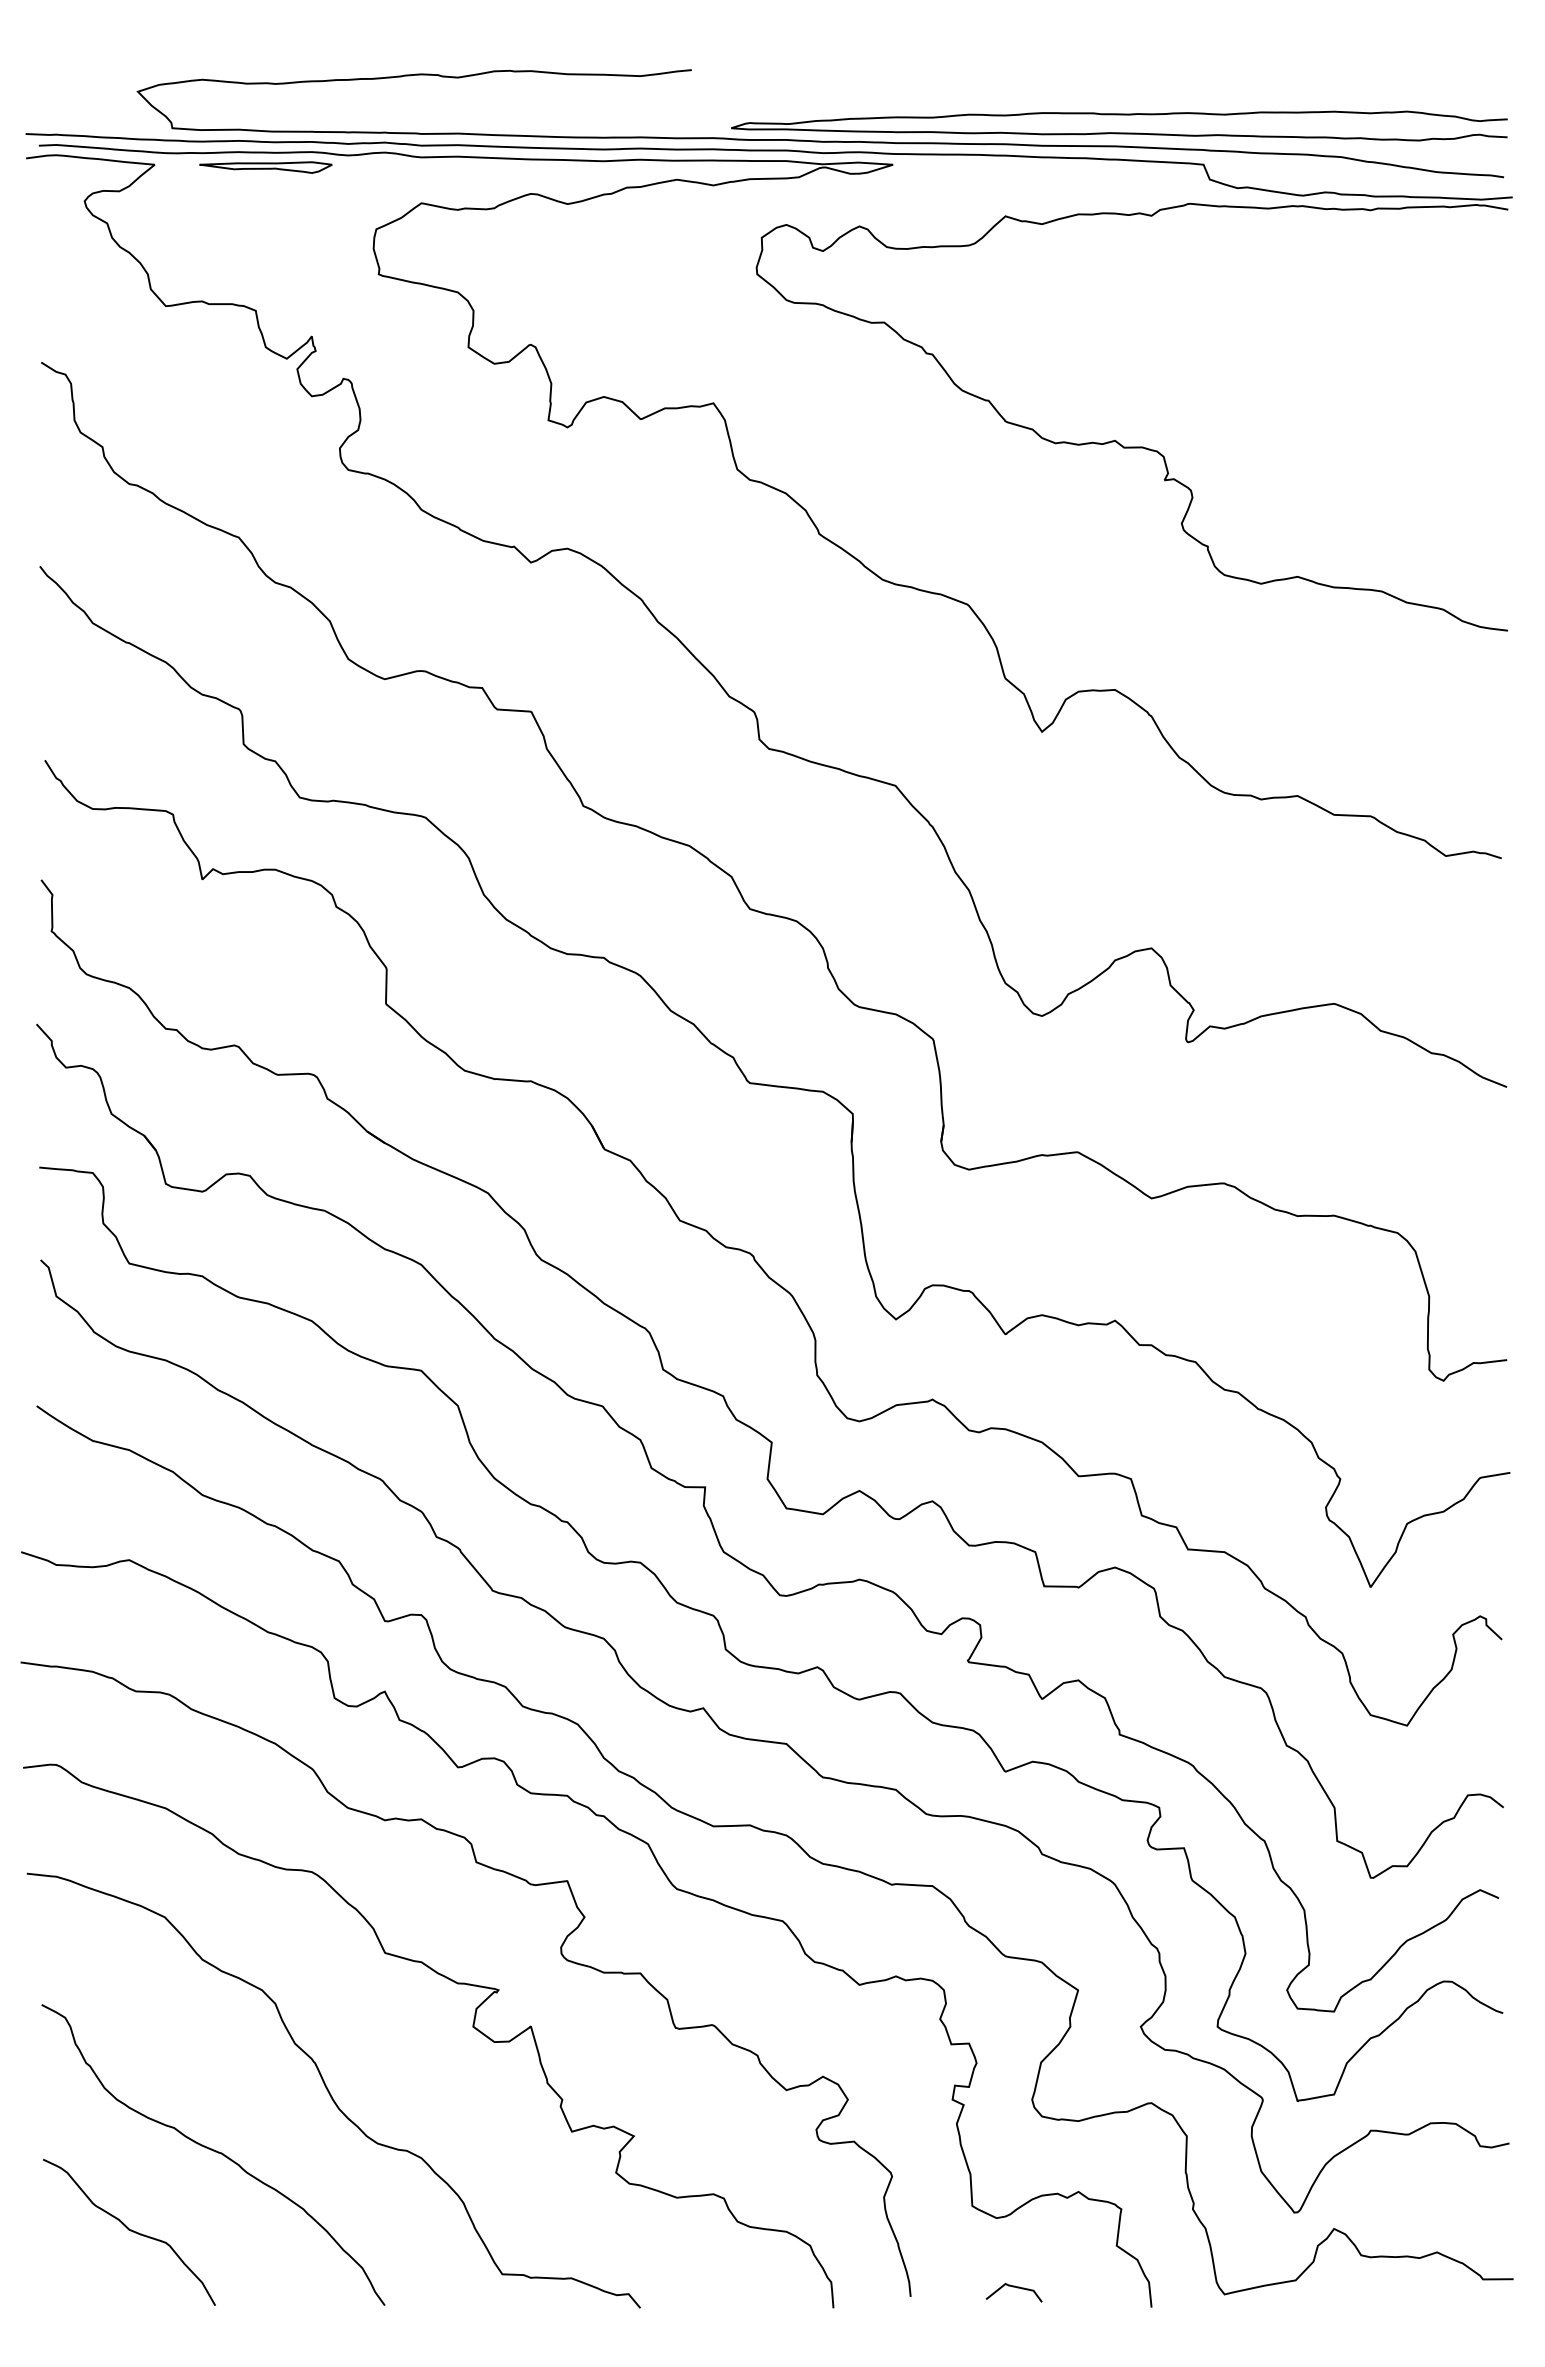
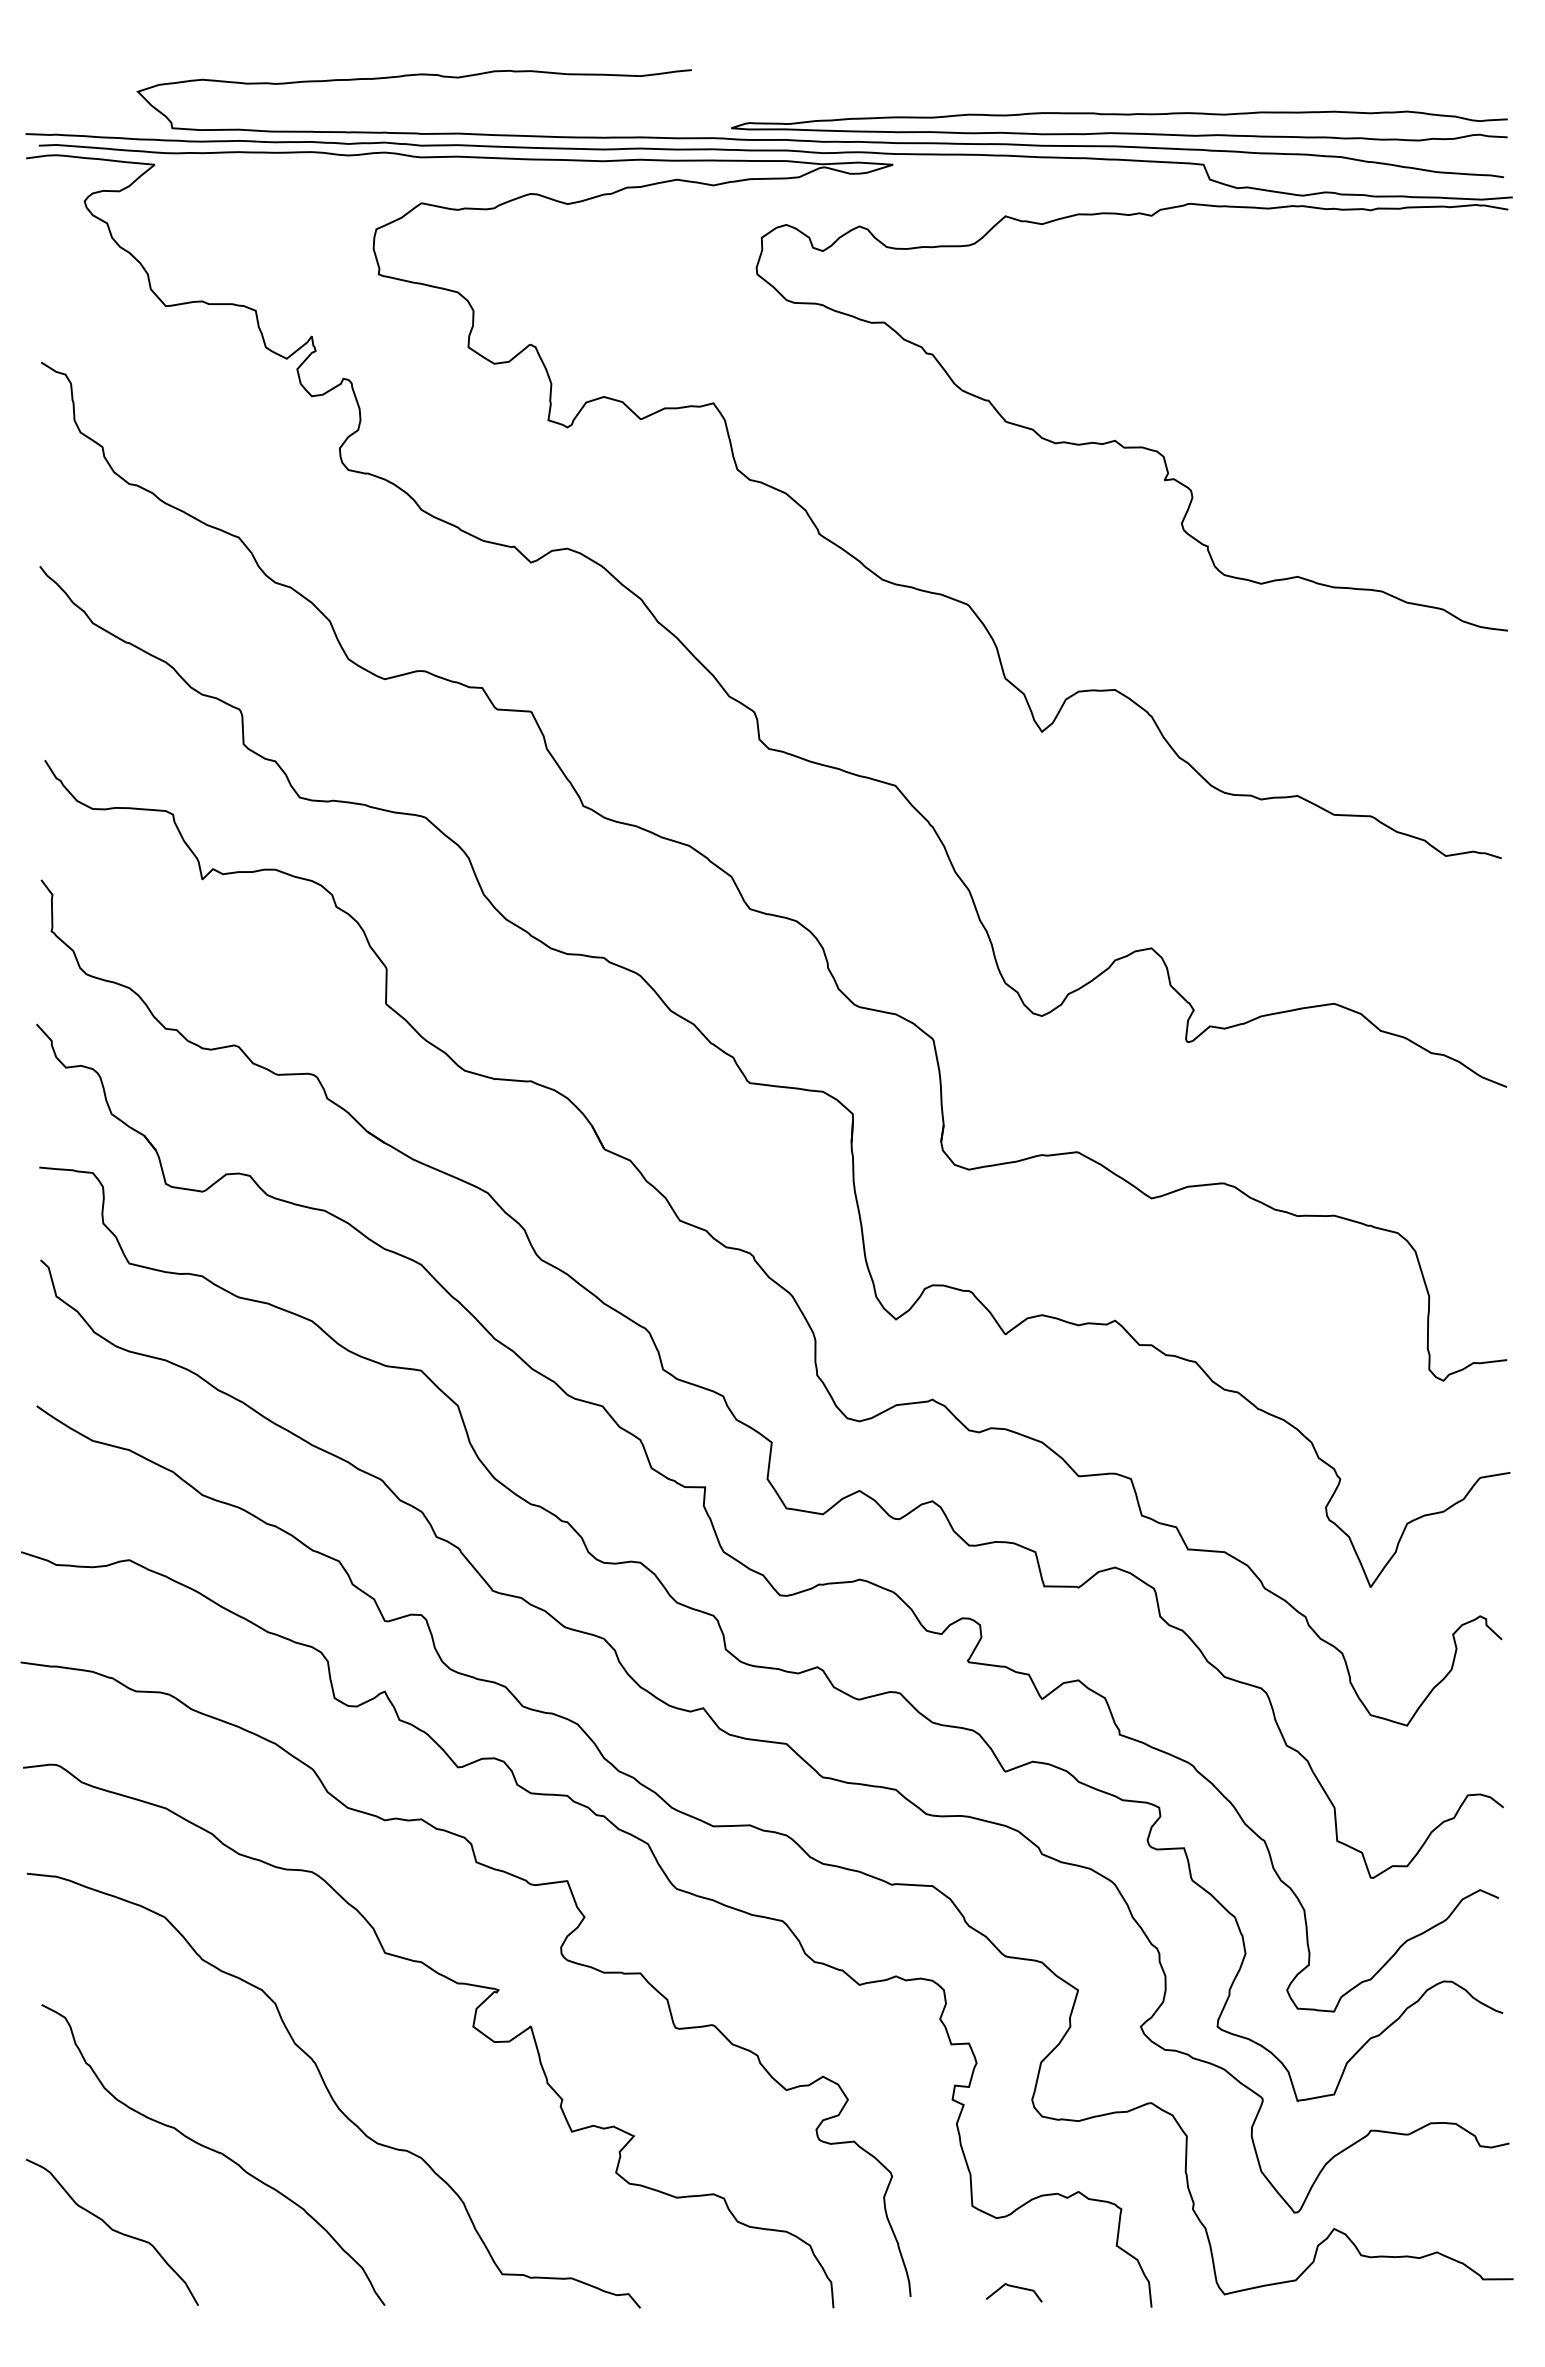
part at (265, 167): present -> none
curve at (129, 2230) position: (129, 2230) -> (112, 2230)
